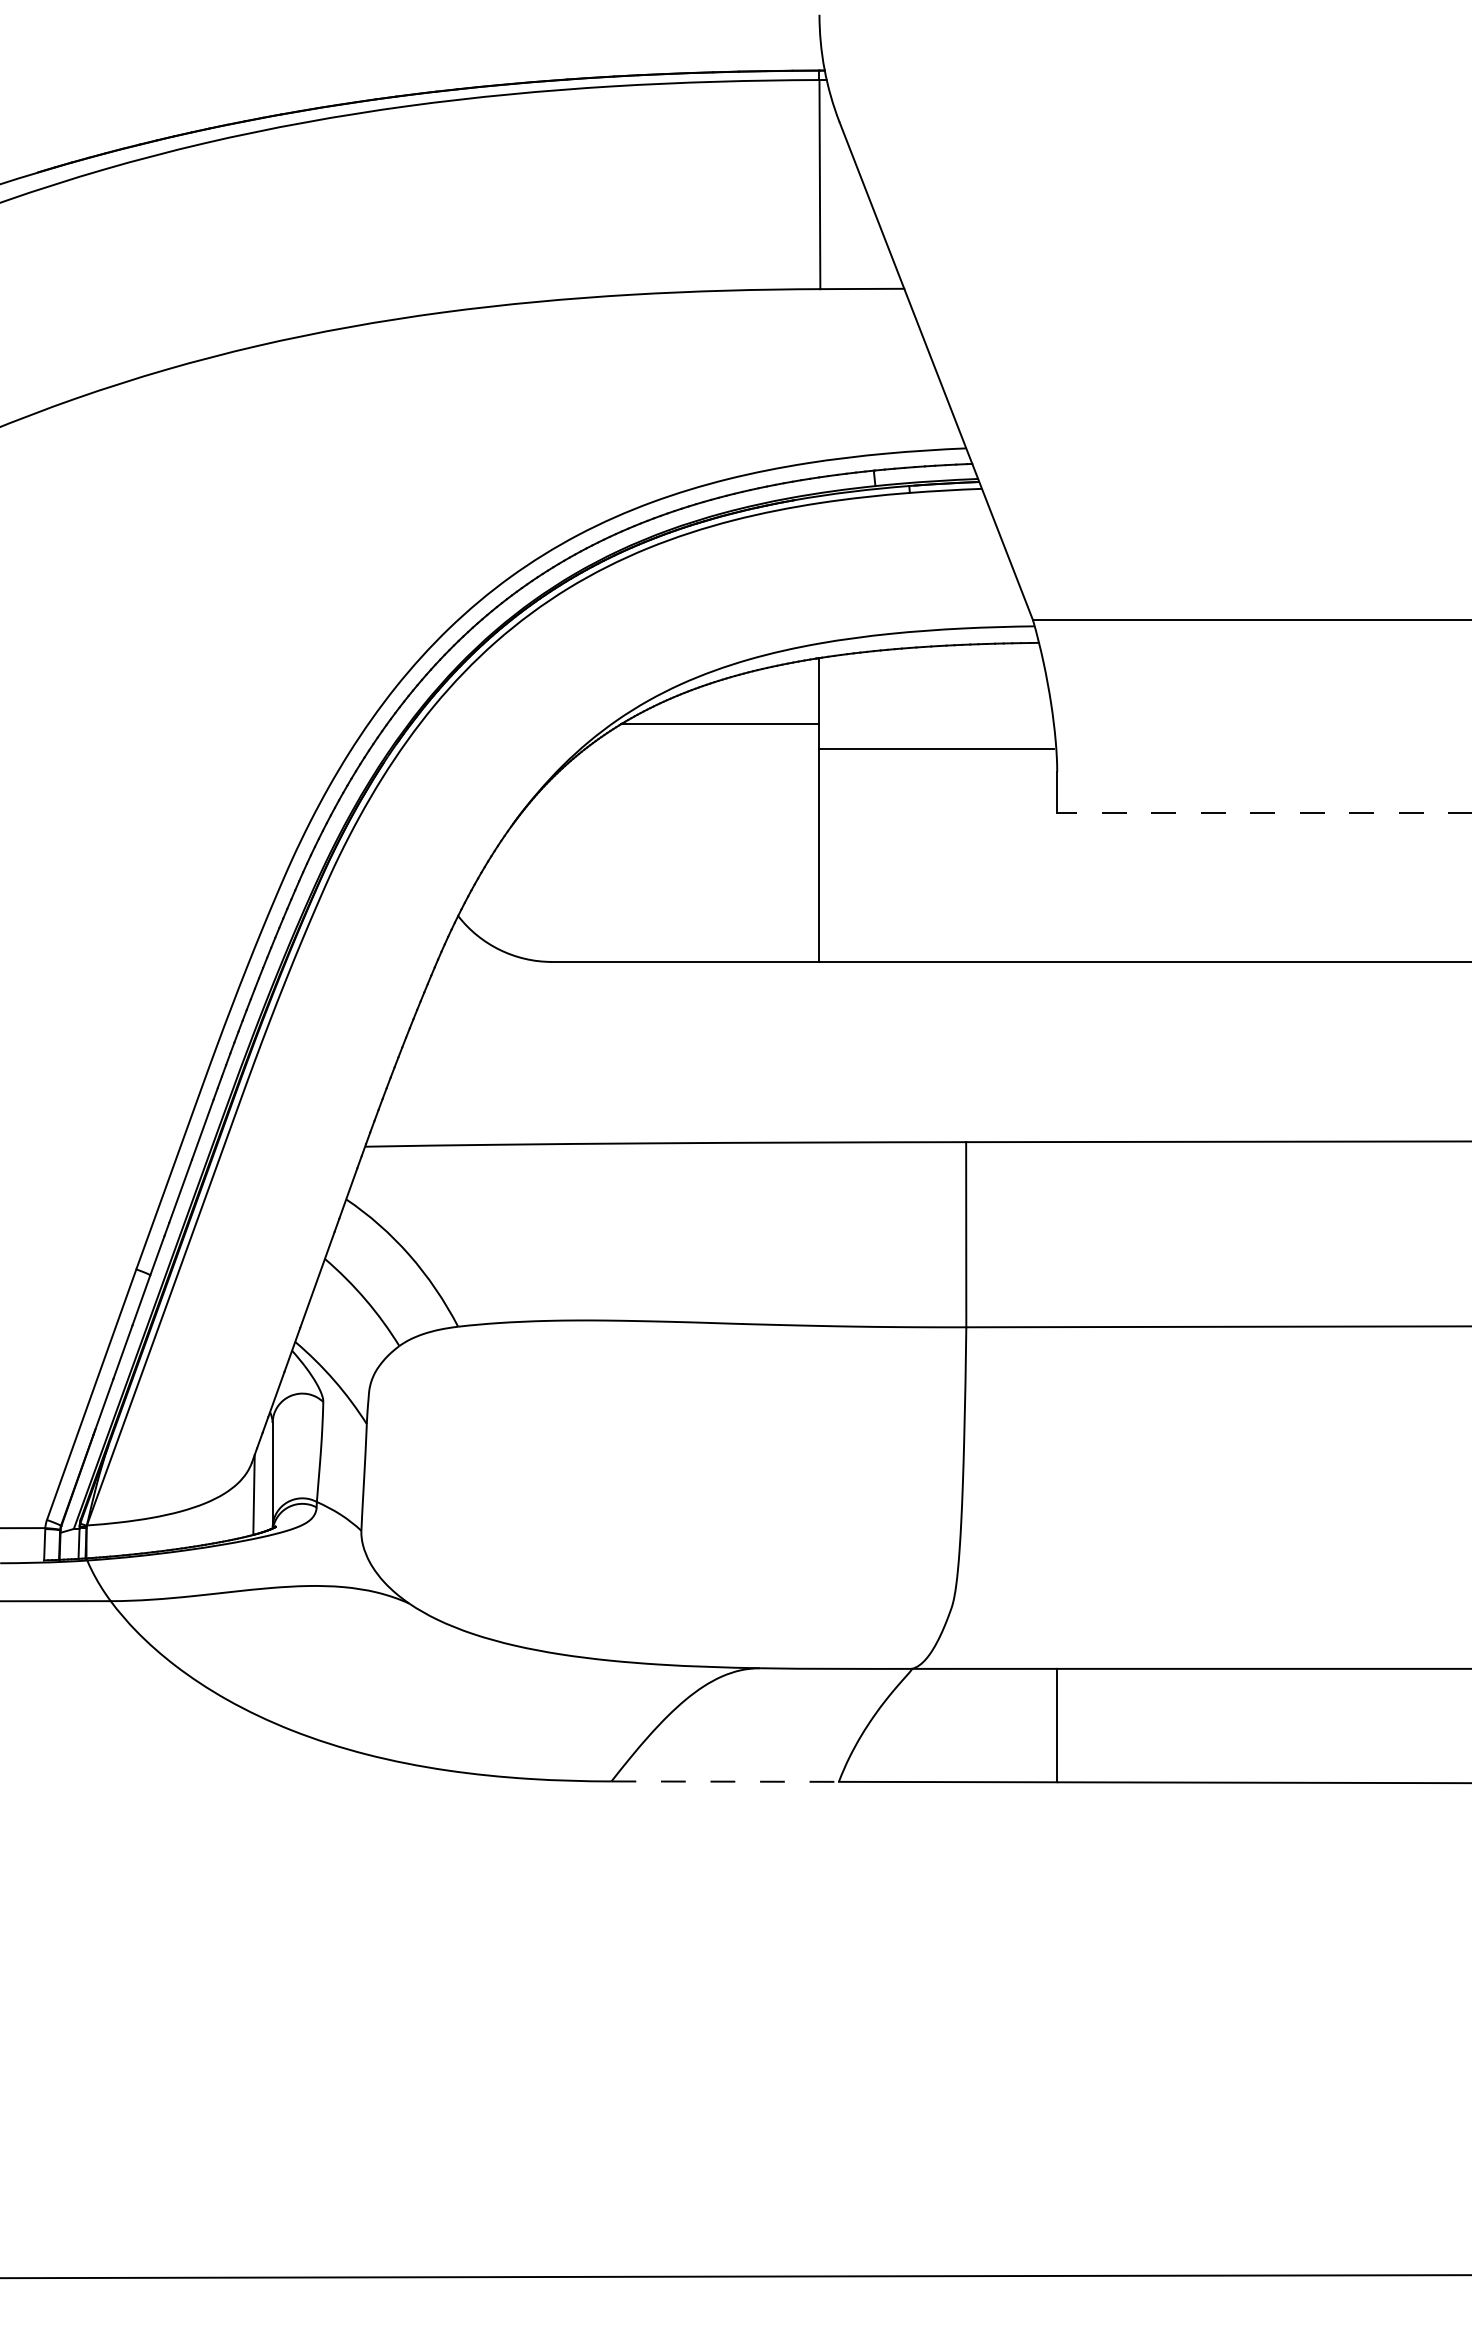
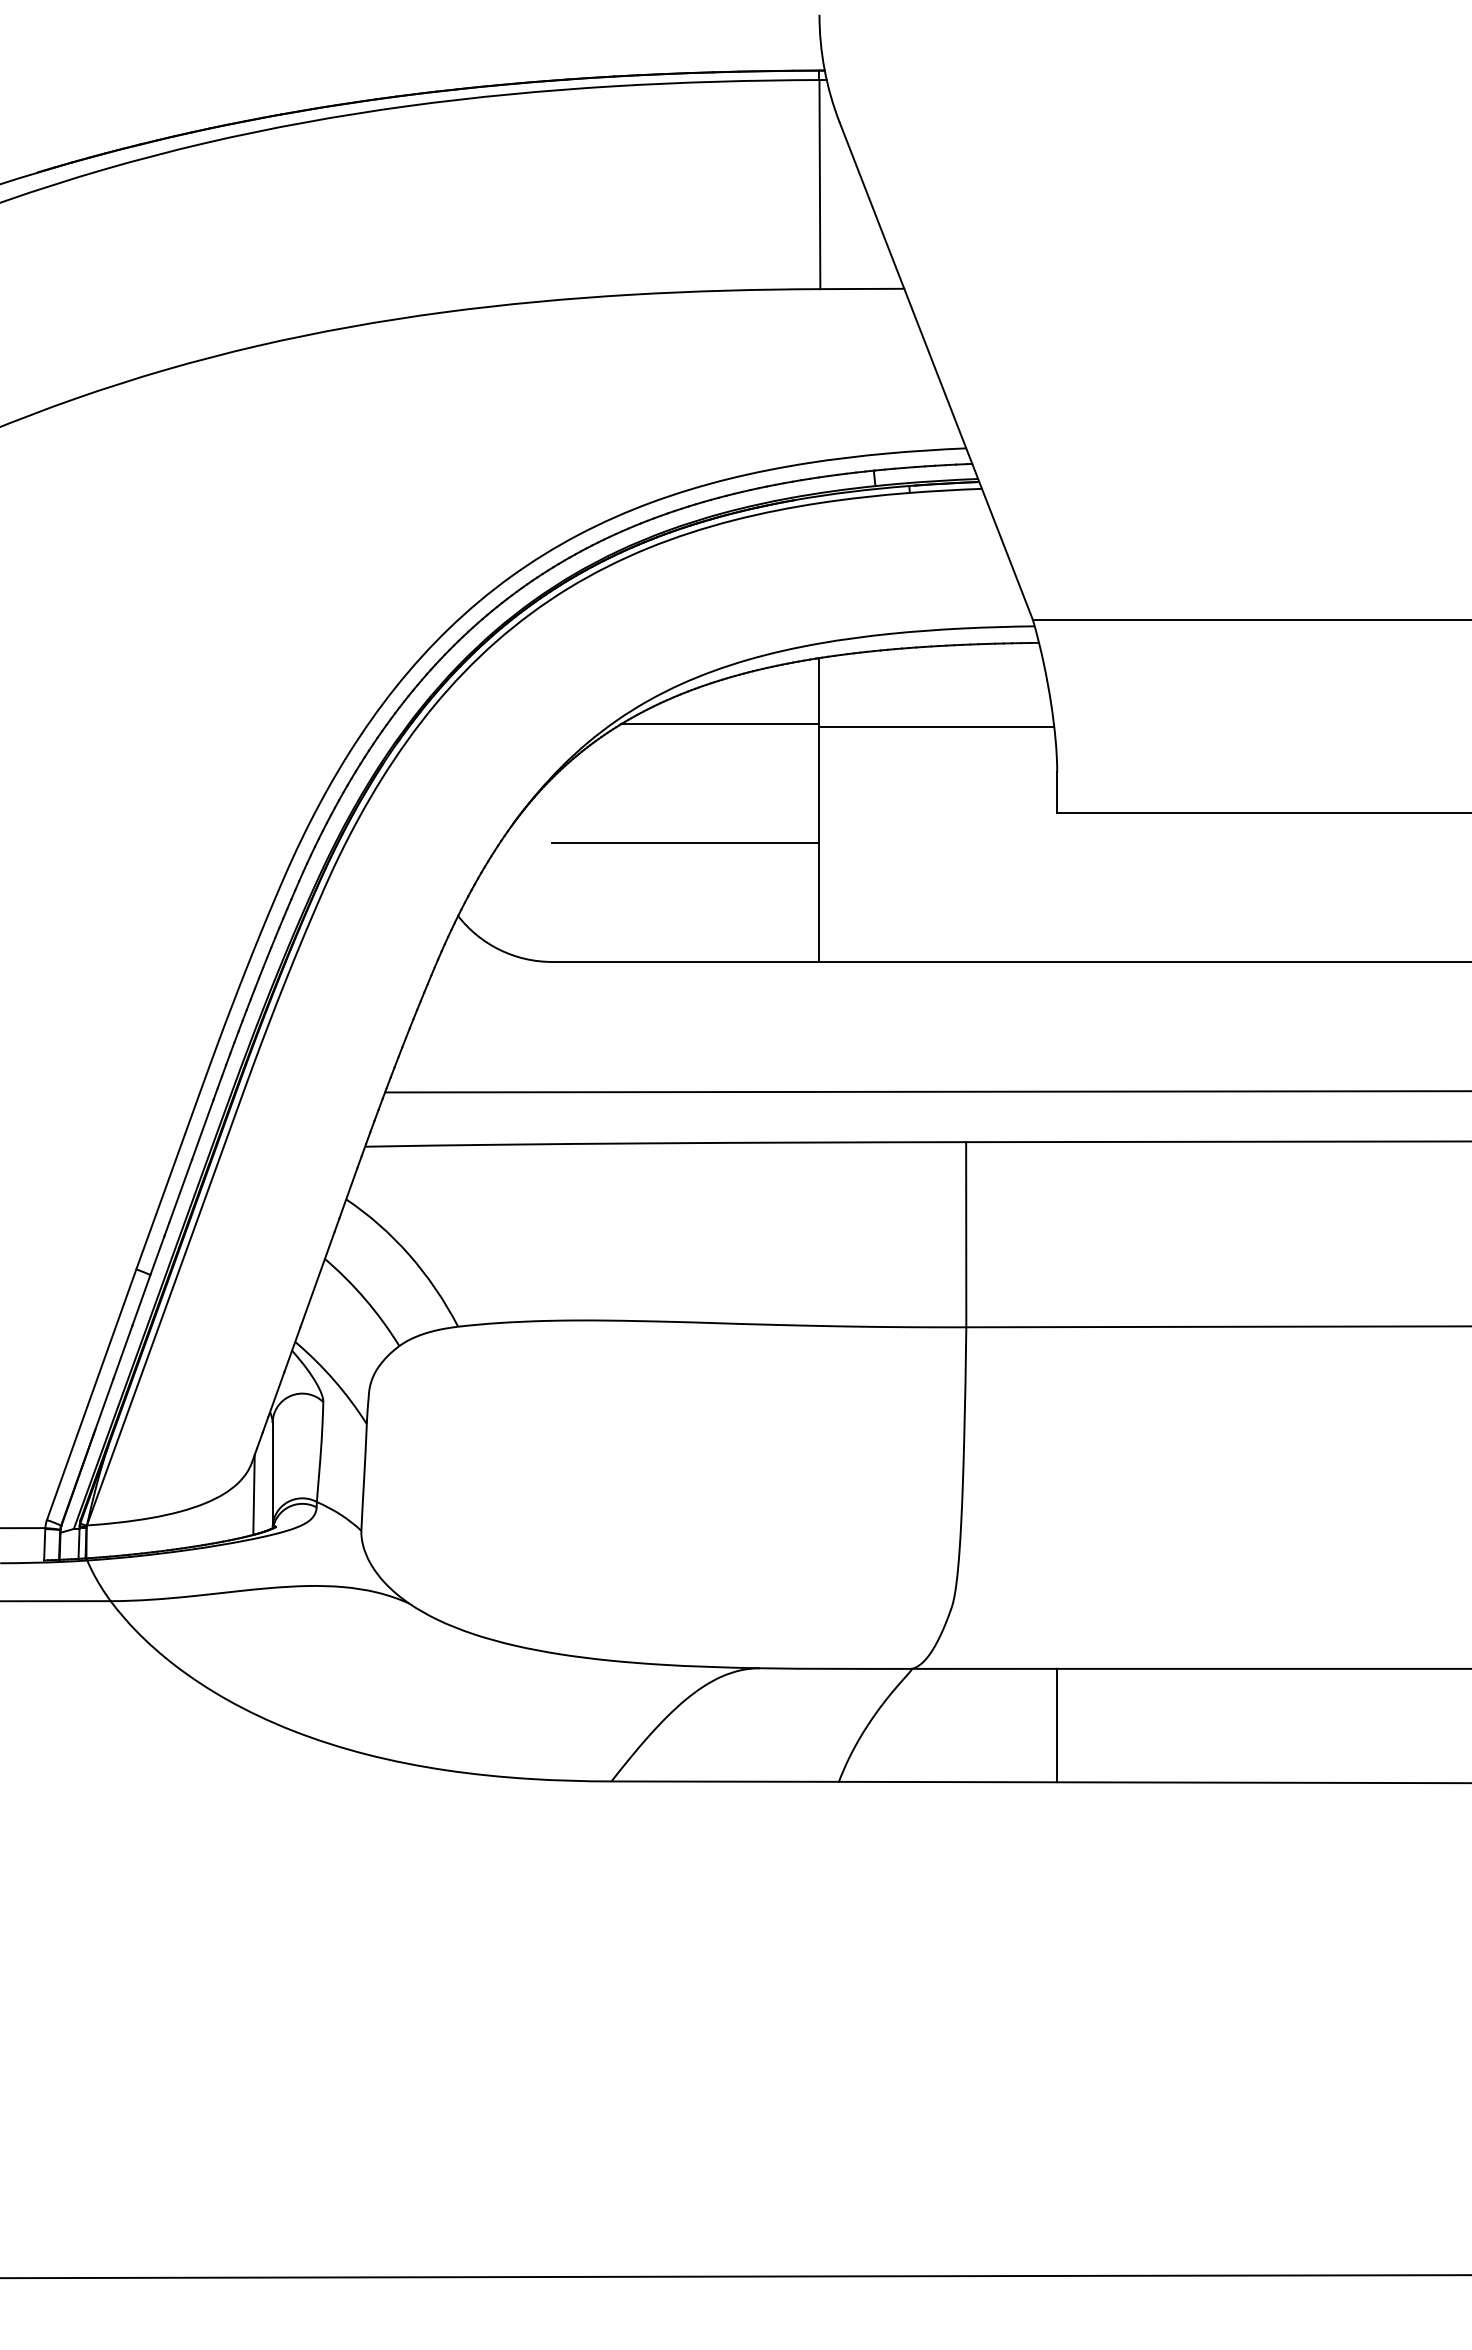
line at (936, 749) position: (936, 749) -> (936, 727)
line at (1264, 813): dashed -> solid
line at (685, 843): none -> present
line at (926, 1091): none -> present
line at (725, 1781): dashed -> solid
